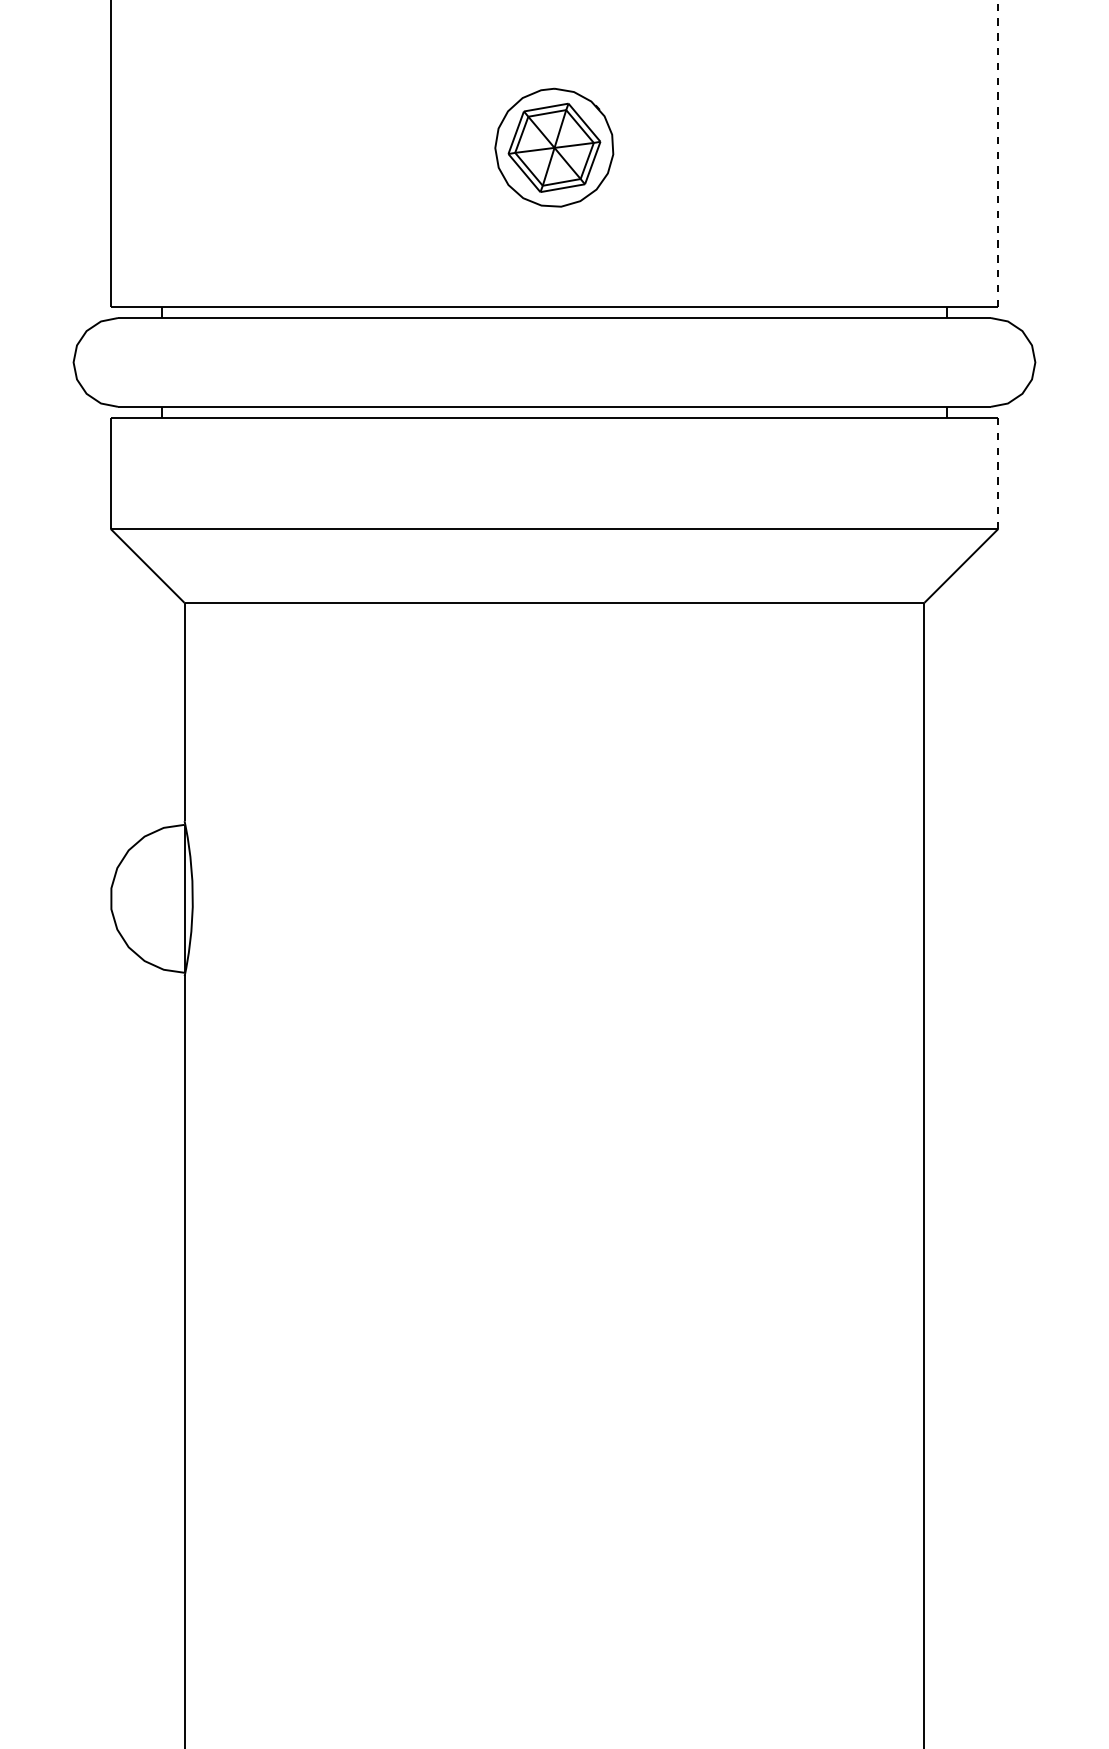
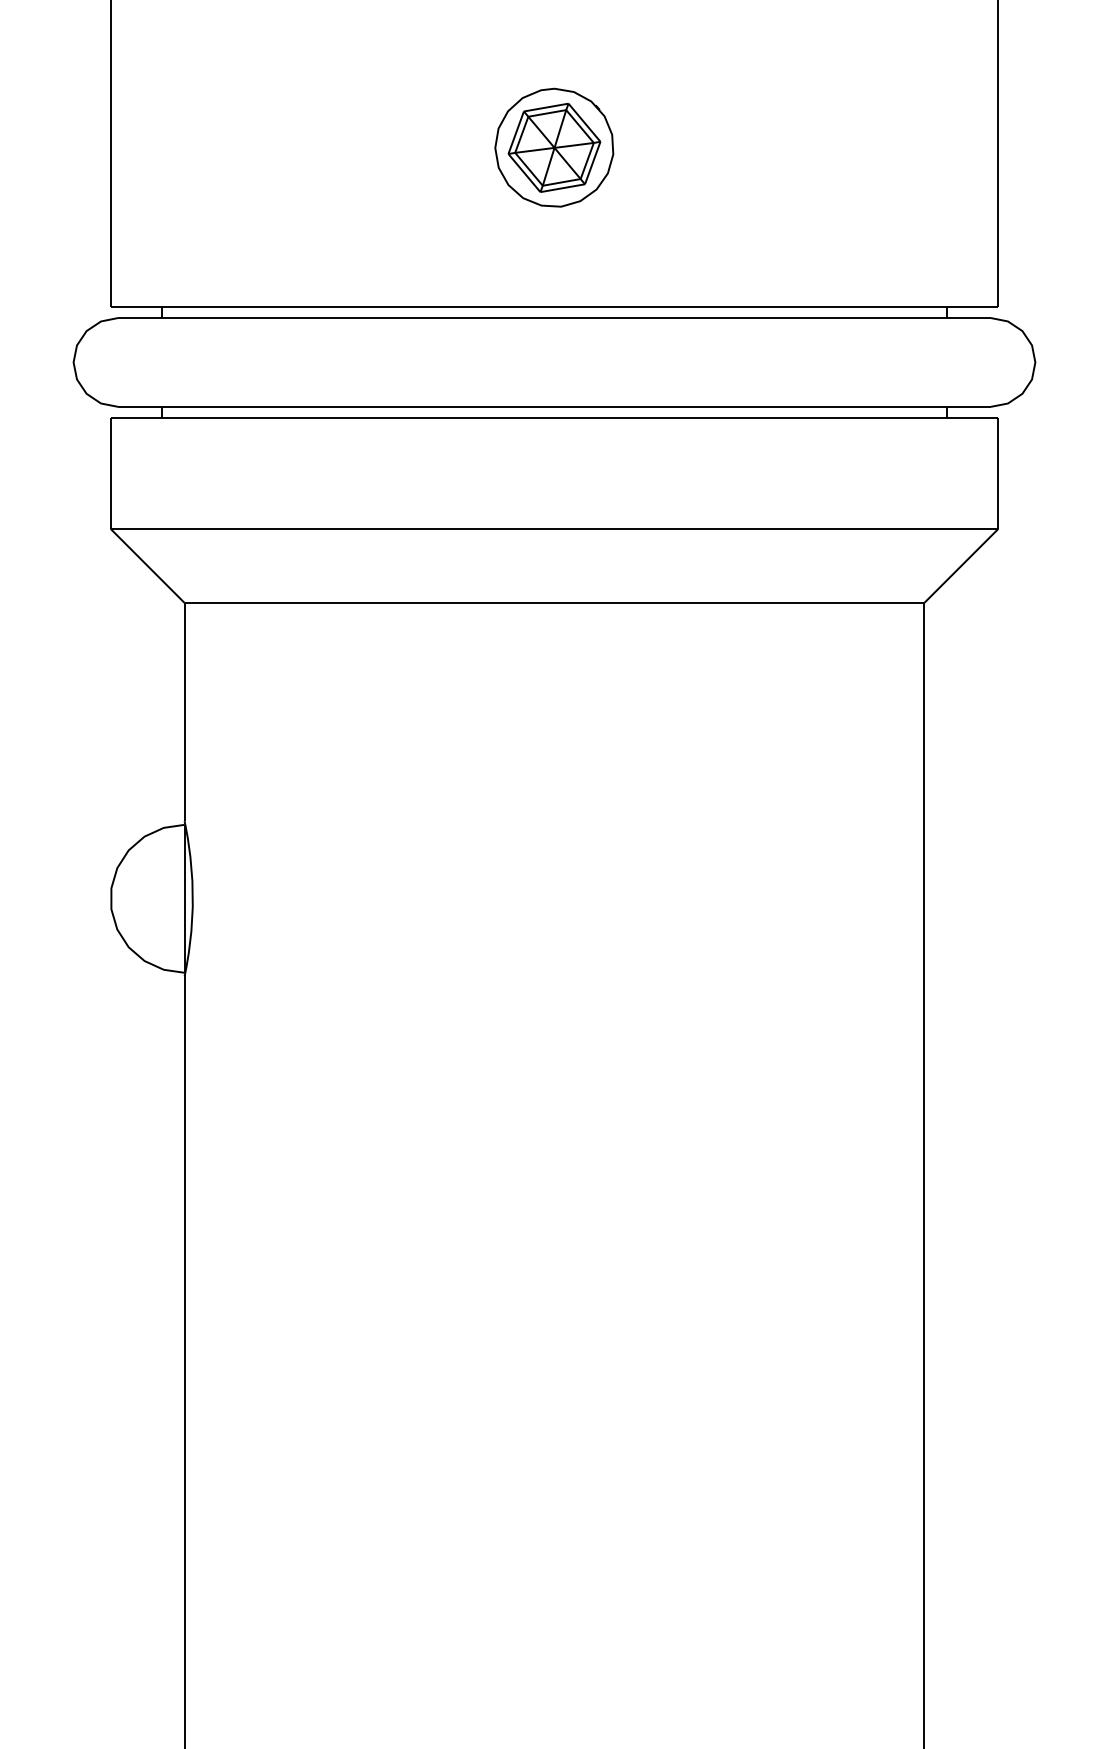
line at (998, 153): dashed -> solid
line at (998, 472): dashed -> solid
